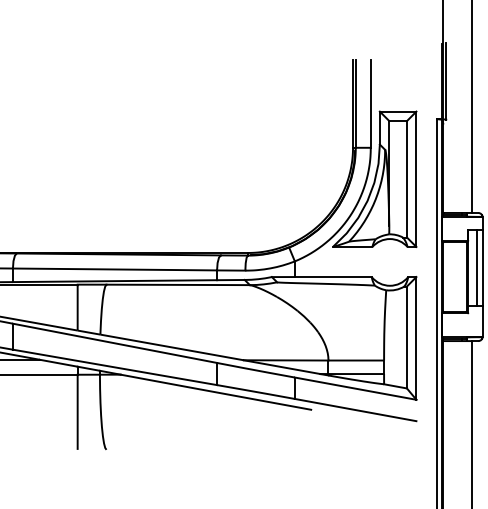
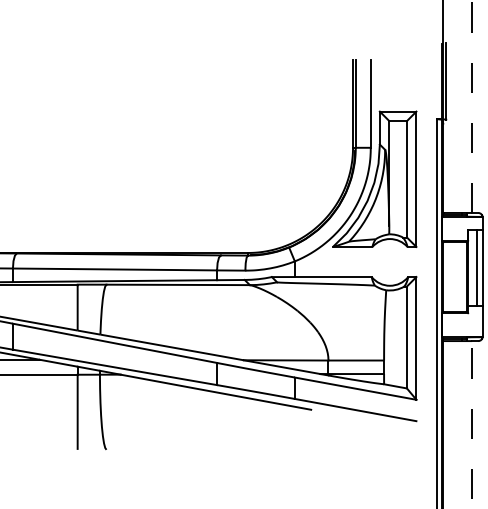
line at (472, 106): solid -> dashed
line at (472, 424): solid -> dashed
